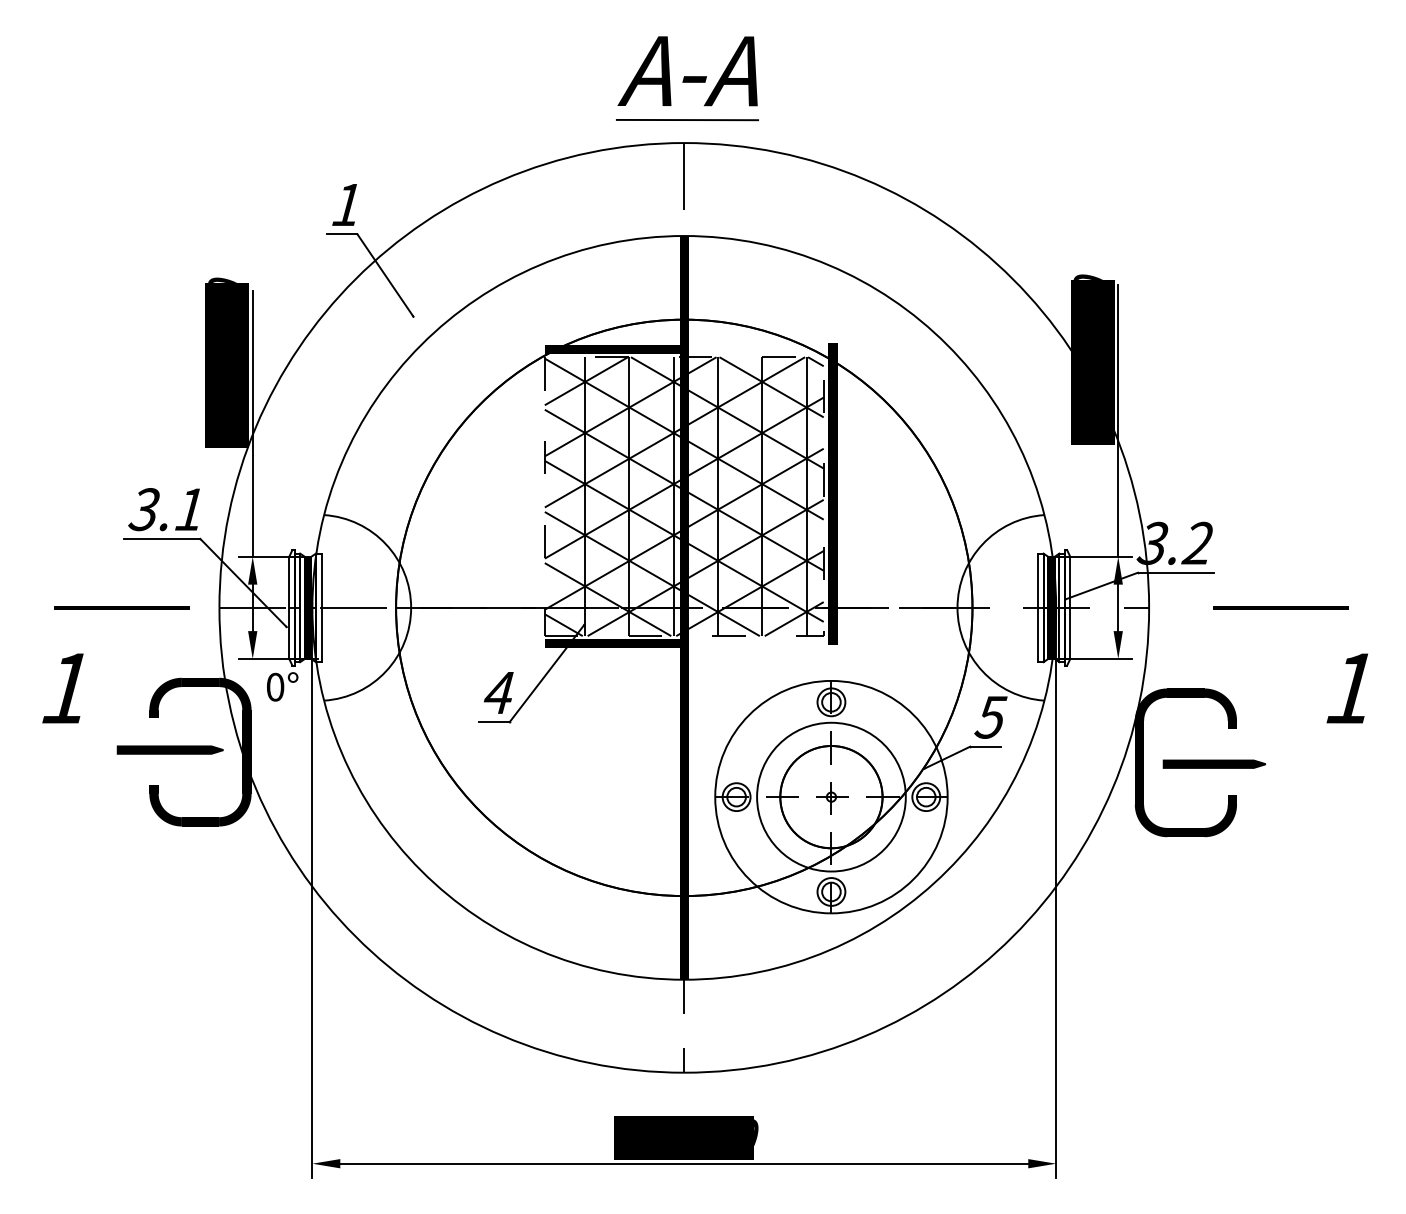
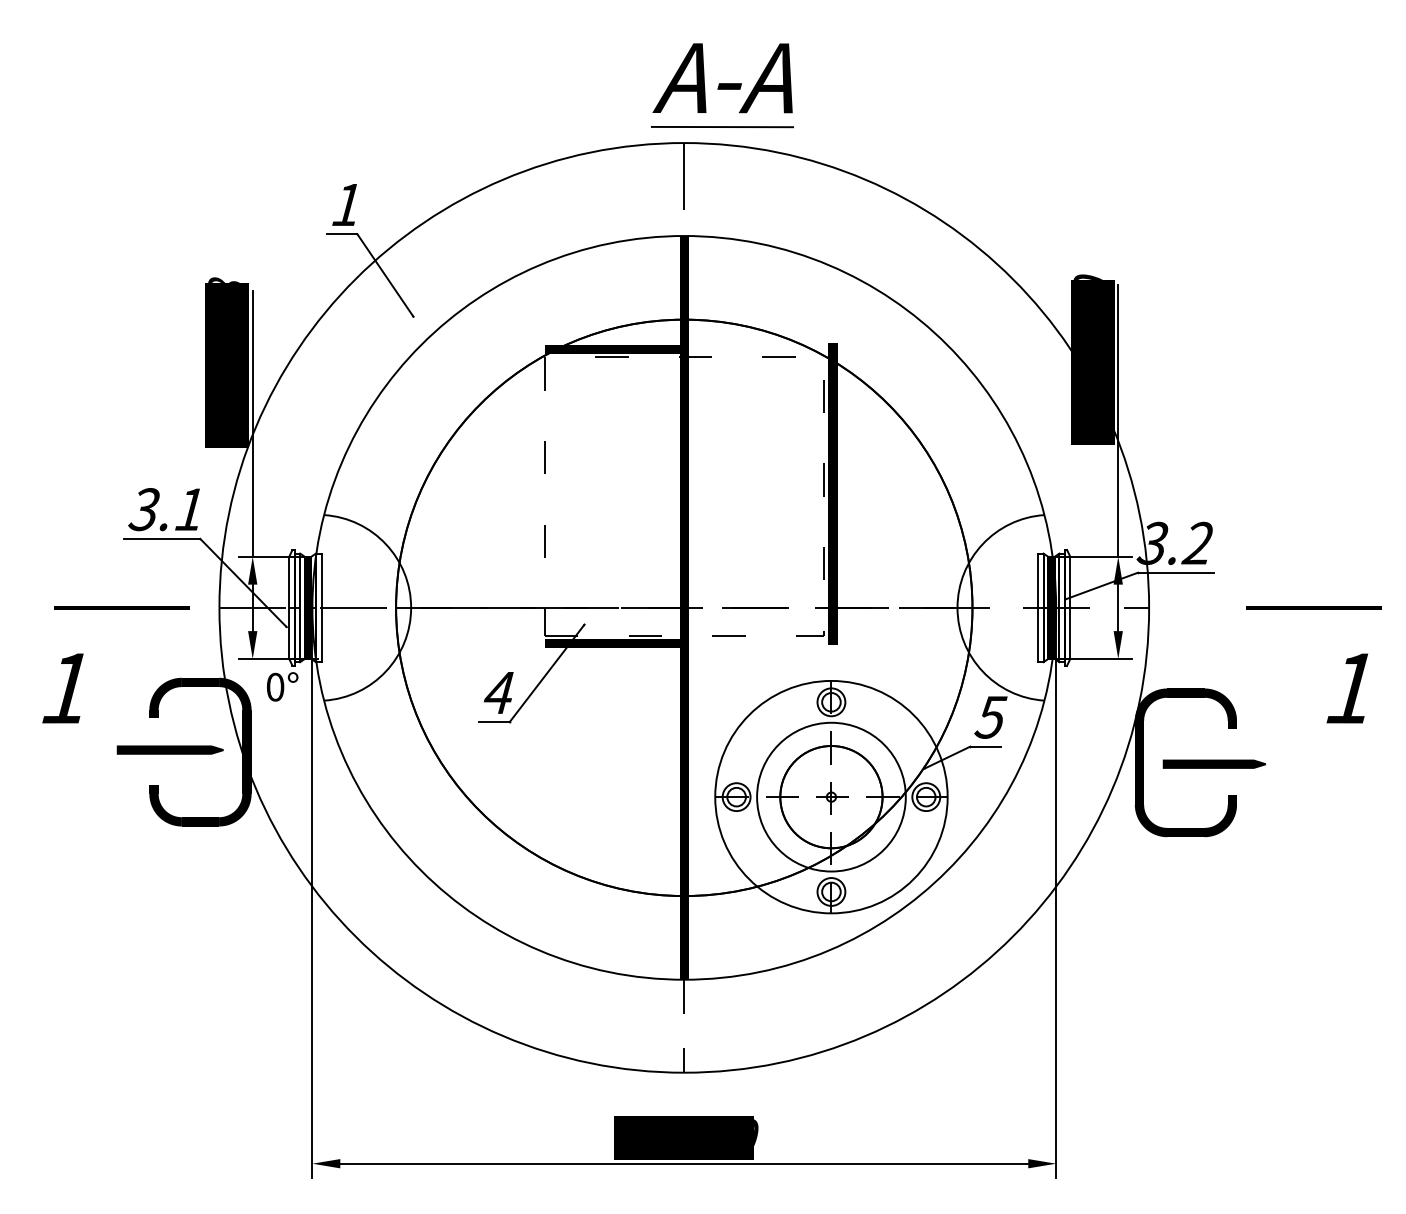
part at (687, 78) position: (687, 78) -> (722, 85)
text at (223, 279): D1=110 -> D1=118
hatch at (683, 496): present -> none
line at (1280, 607) position: (1280, 607) -> (1313, 607)
